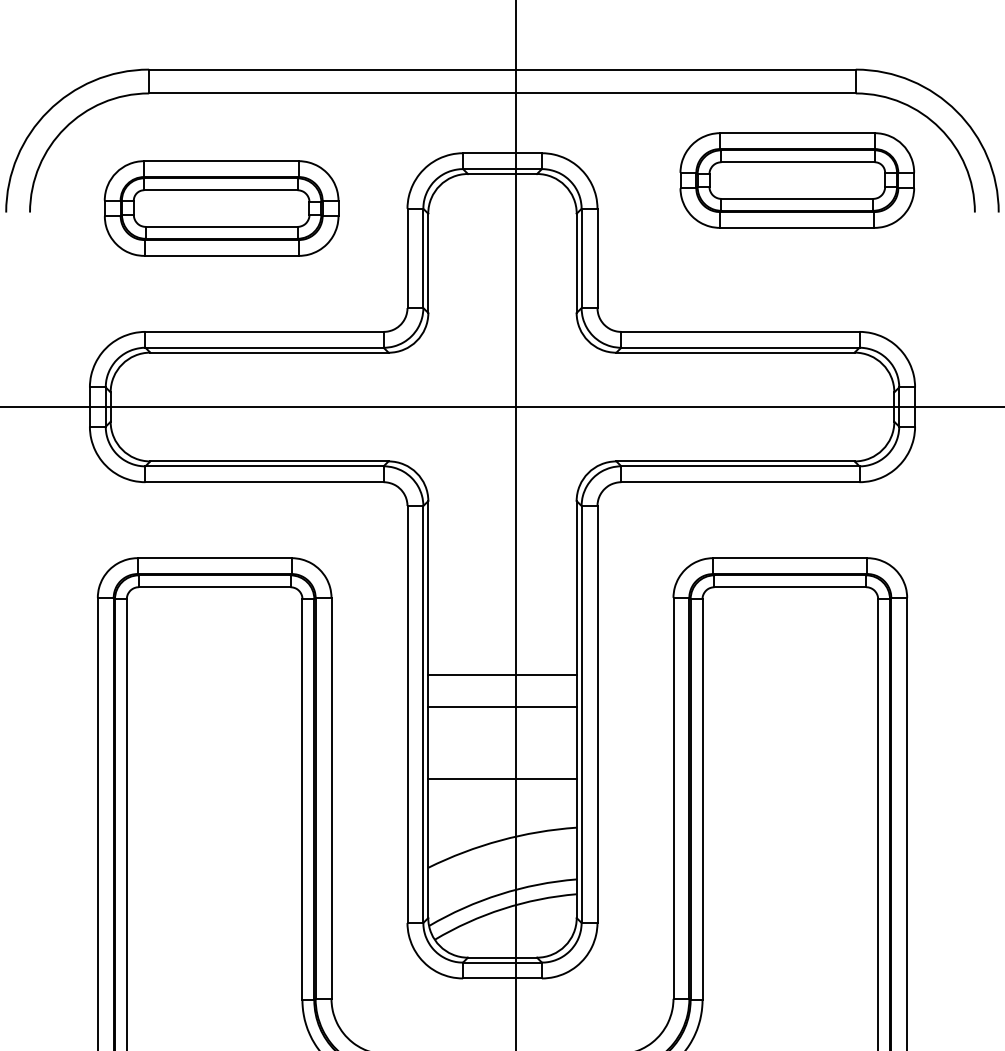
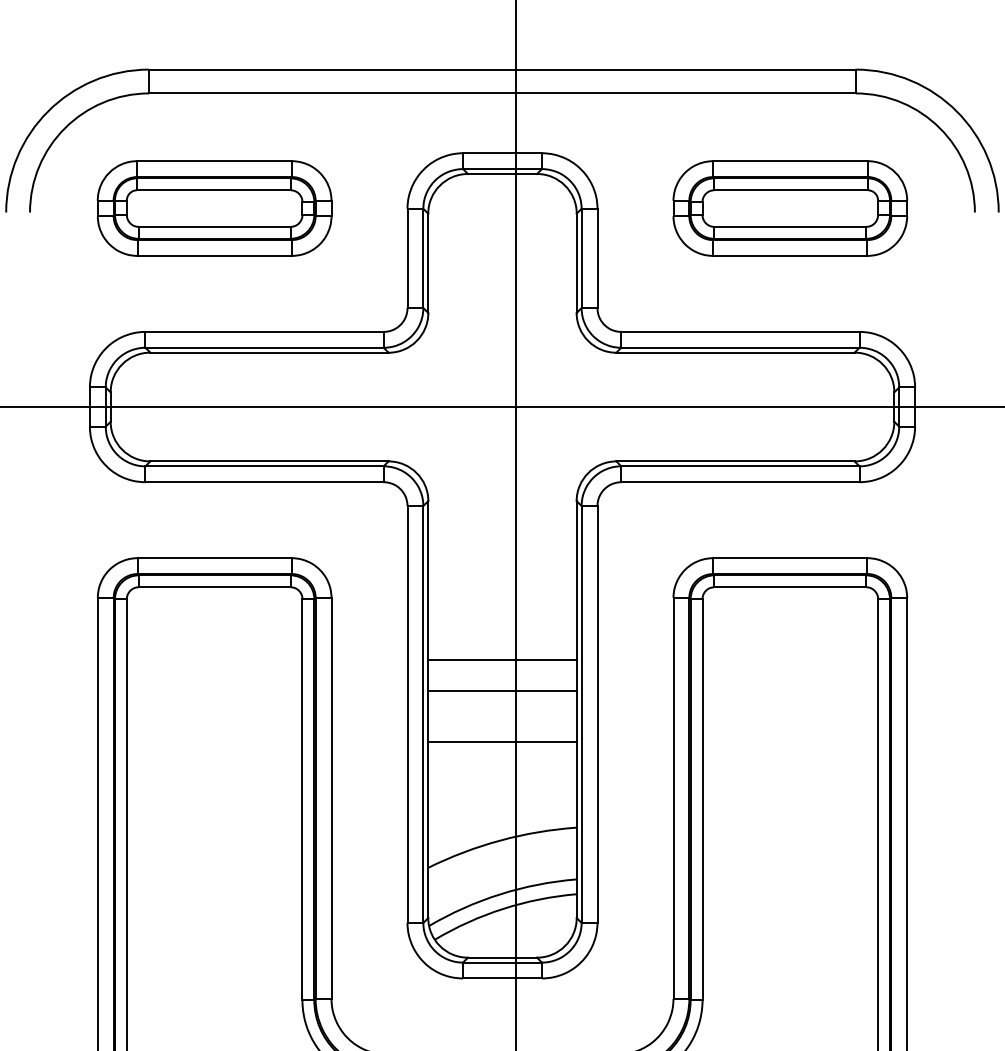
part at (796, 180) position: (796, 180) -> (789, 208)
part at (221, 208) position: (221, 208) -> (214, 208)
line at (502, 674) position: (502, 674) -> (502, 659)
line at (502, 706) position: (502, 706) -> (502, 690)
line at (502, 778) position: (502, 778) -> (502, 741)
